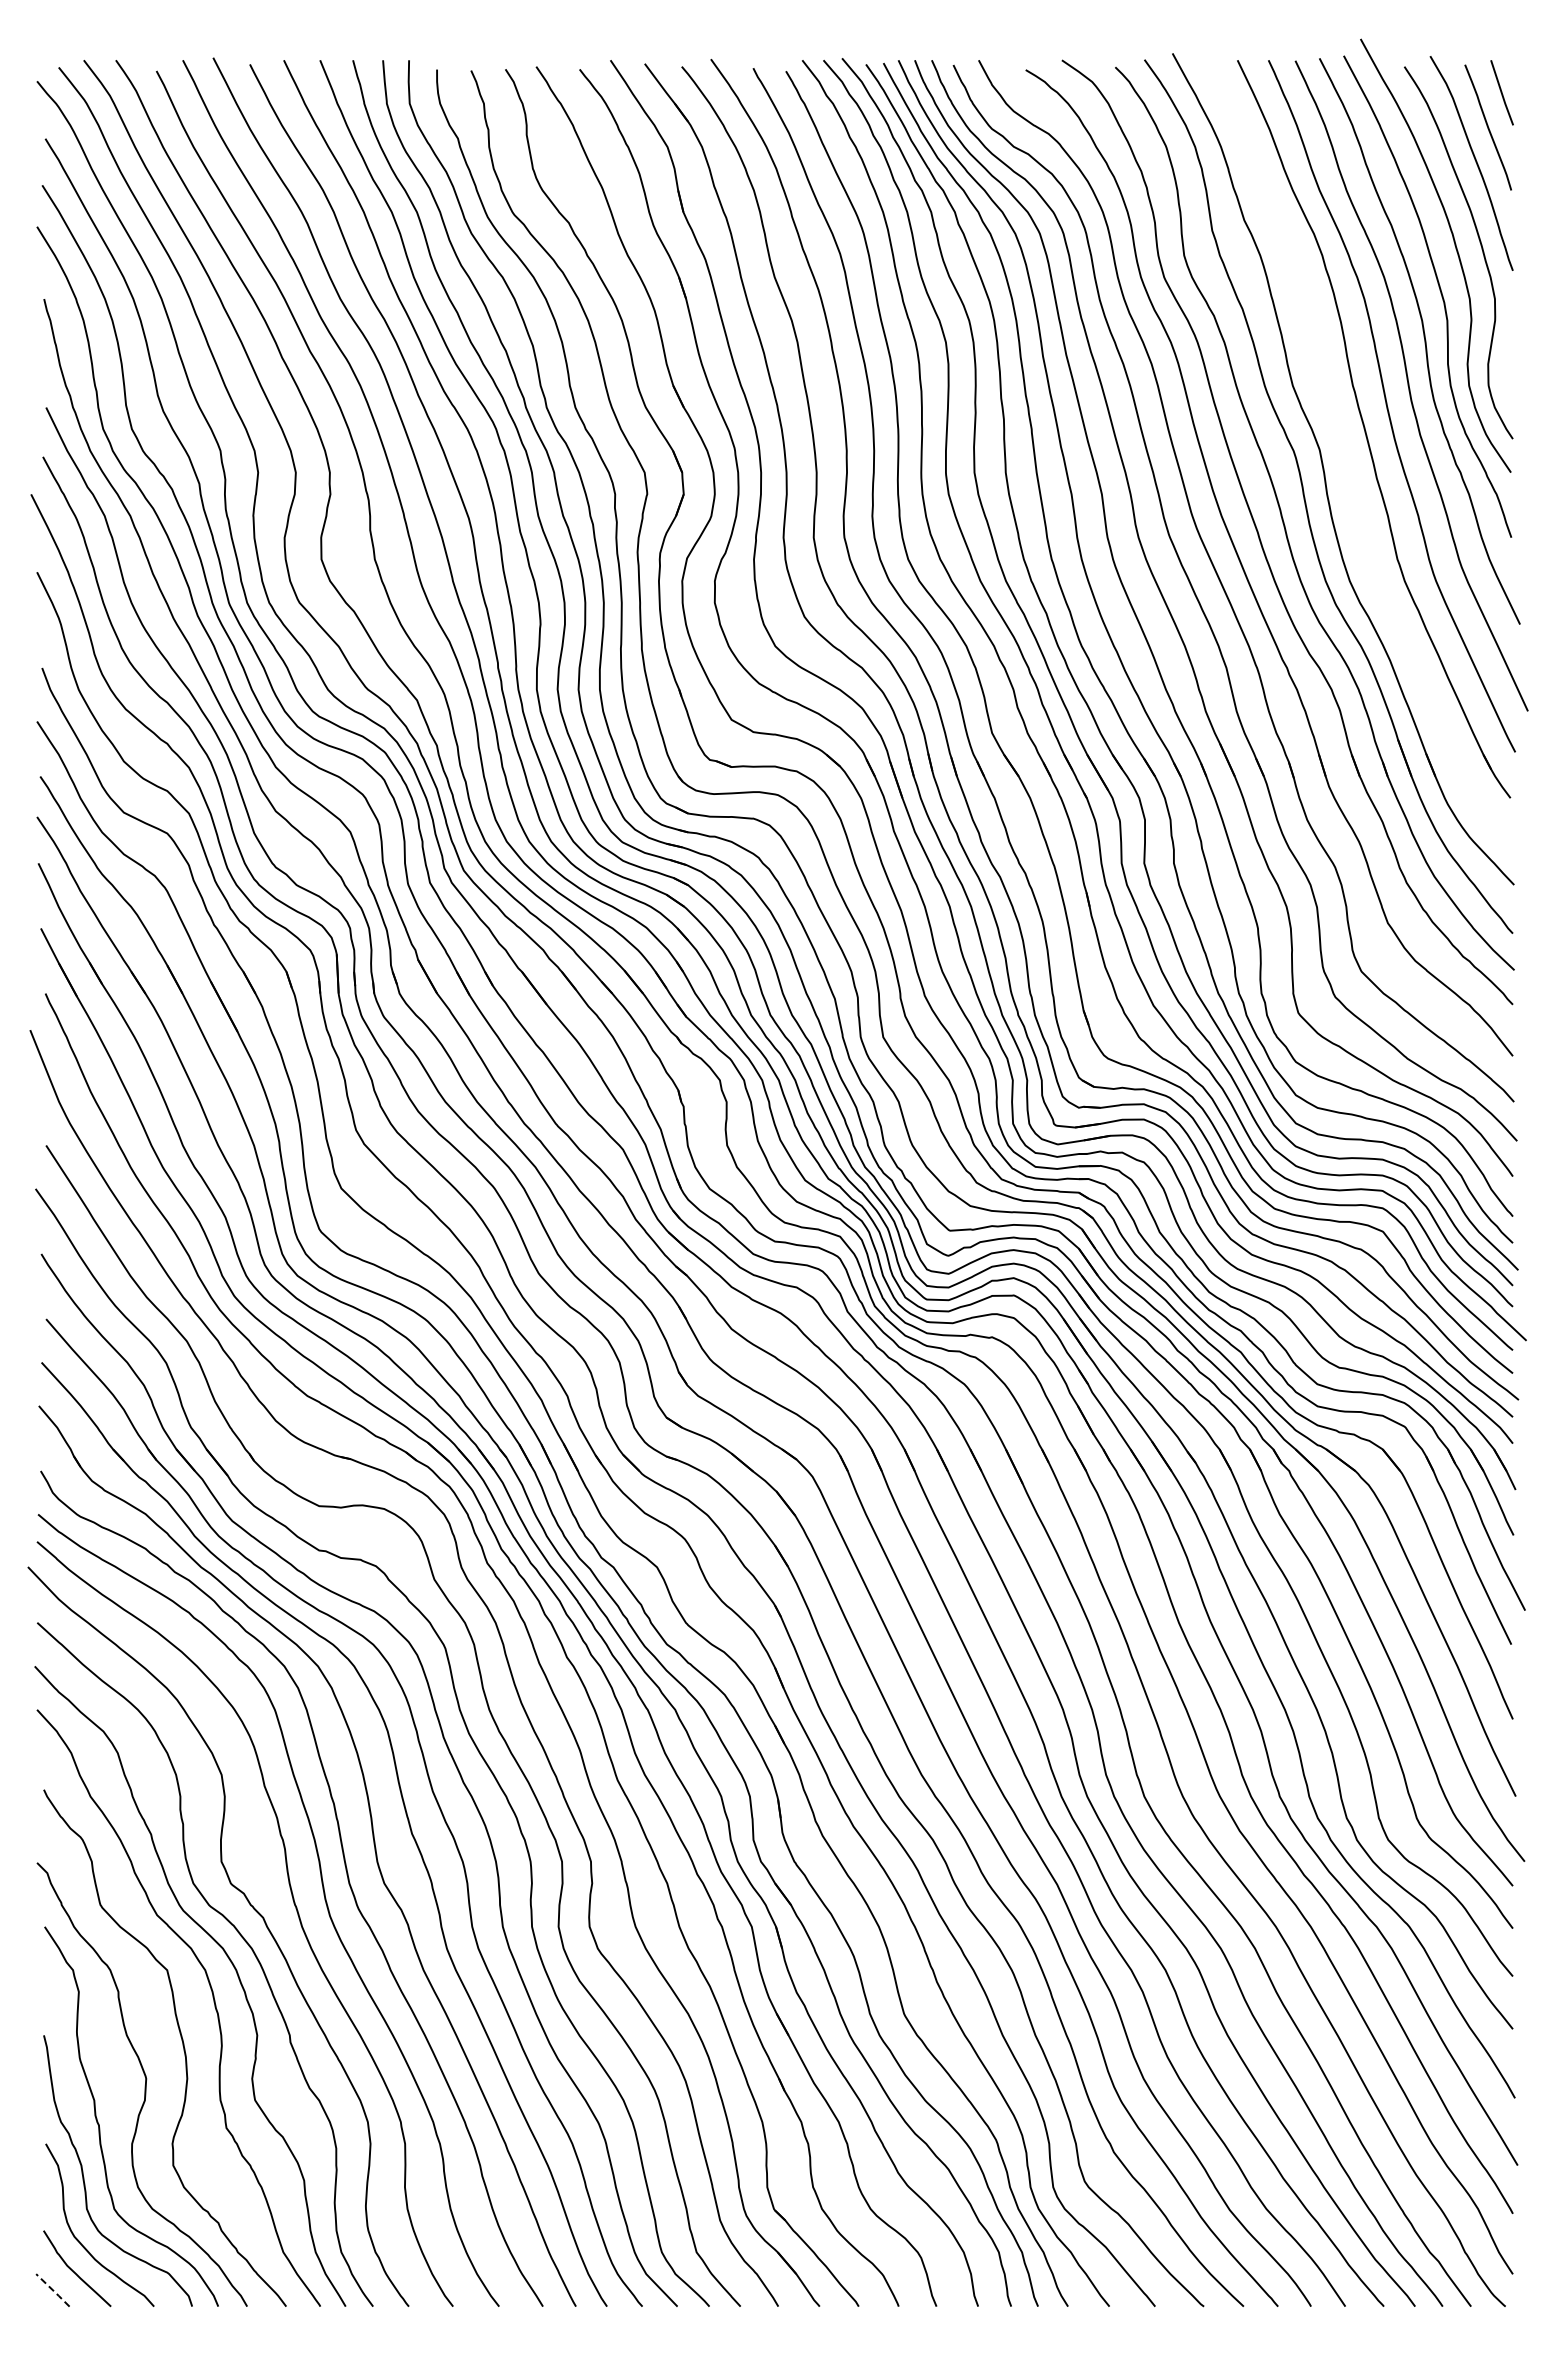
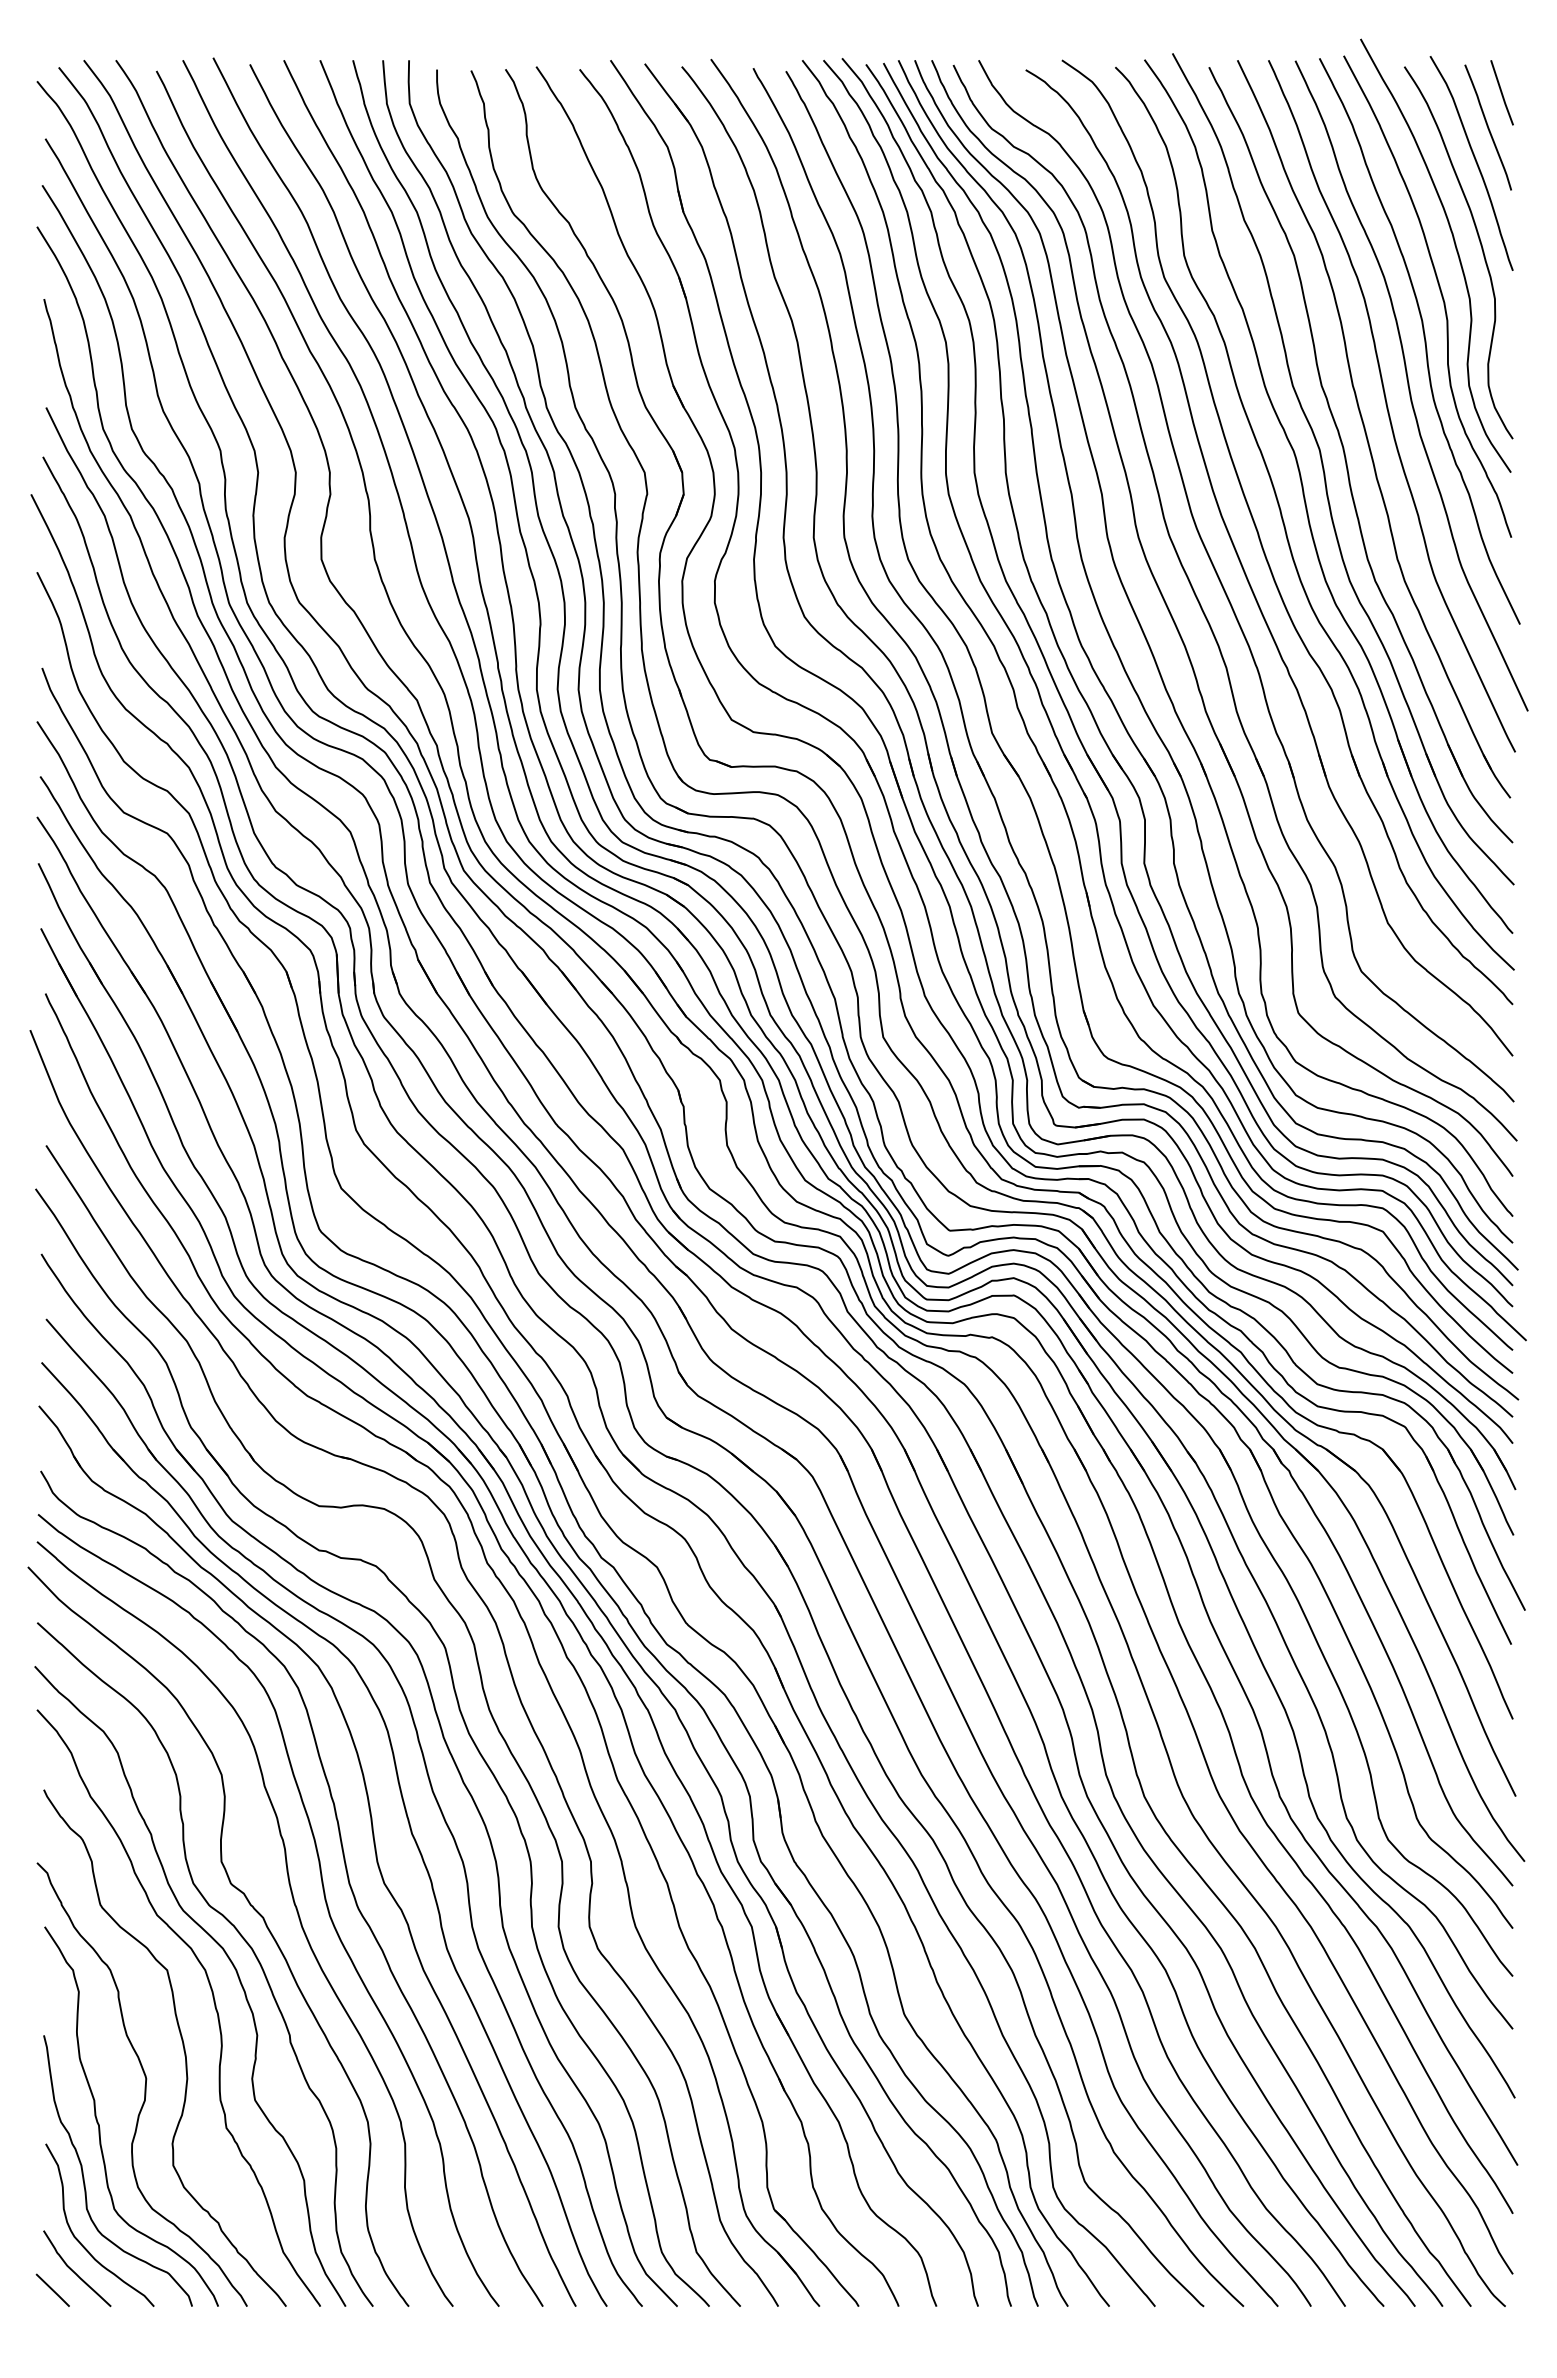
part at (1346, 457): none -> present
line at (53, 2290): dashed -> solid
